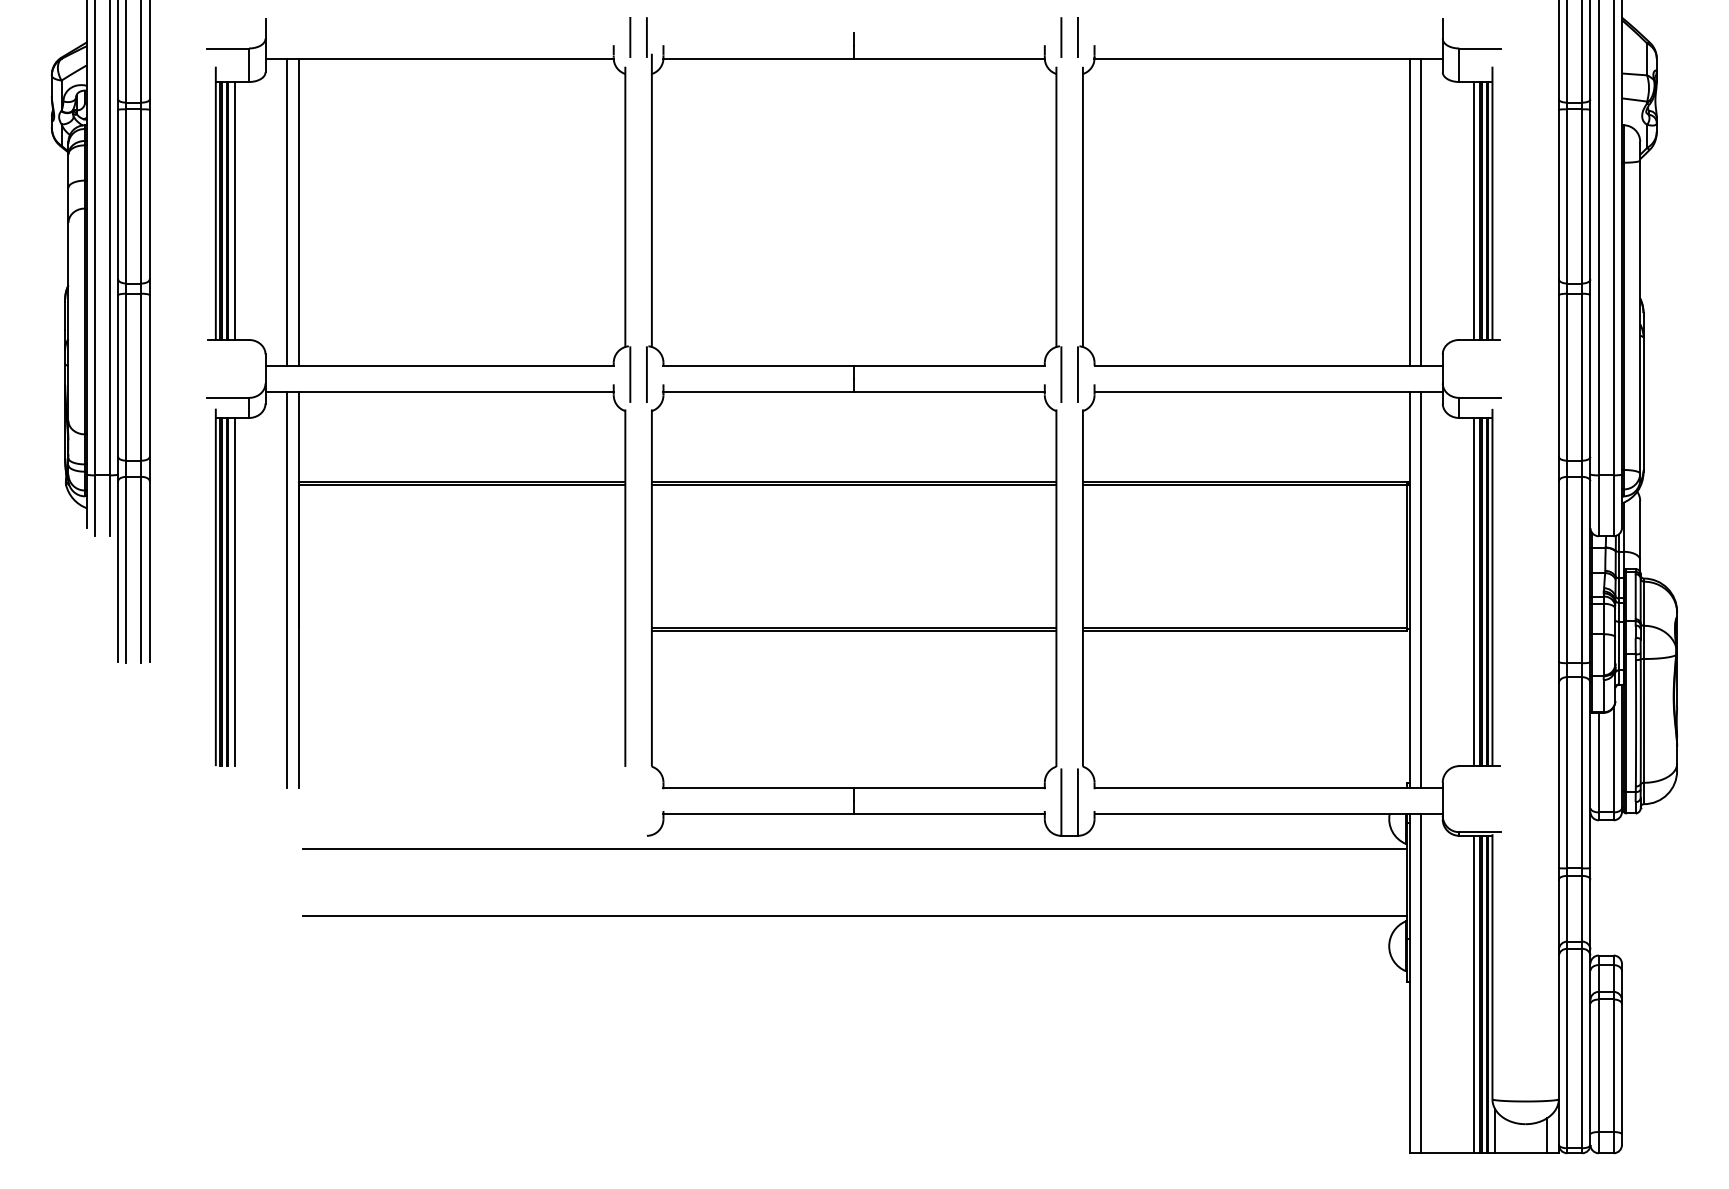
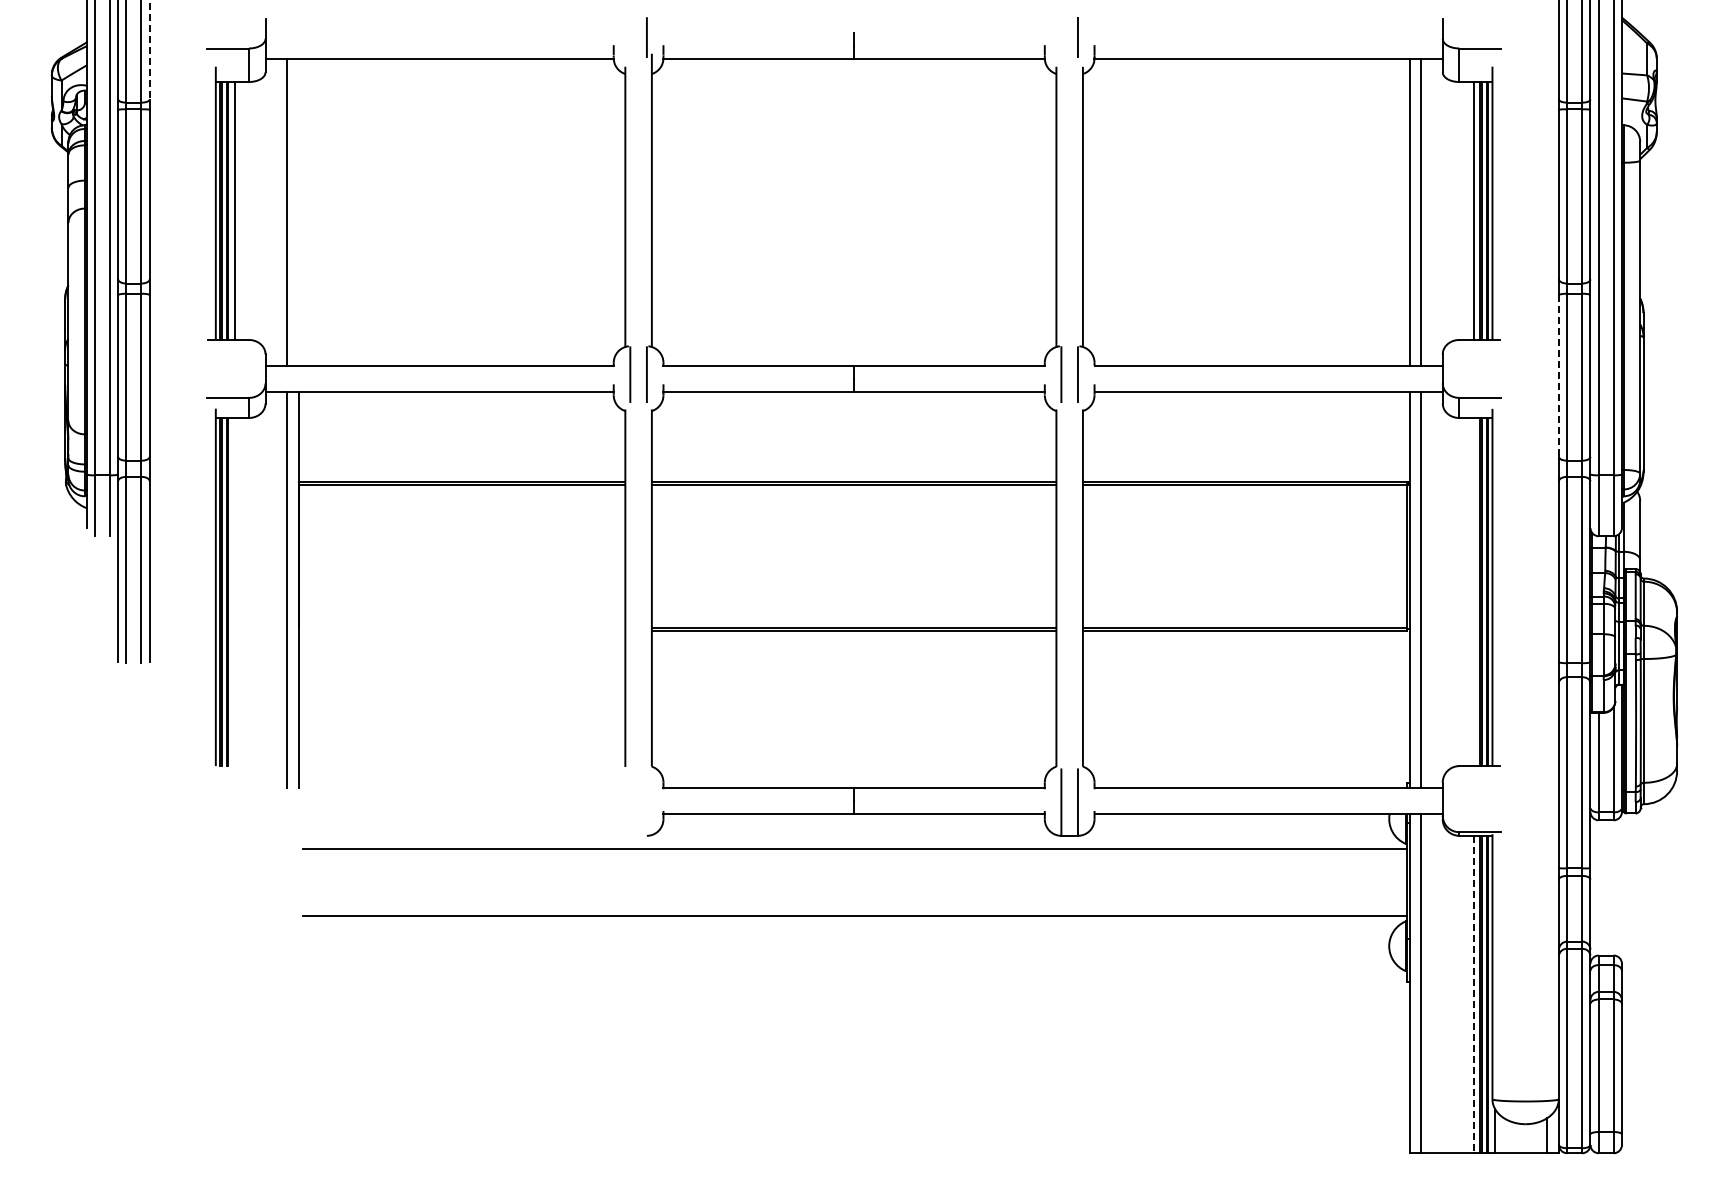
line at (630, 37): present -> none
line at (1061, 37): present -> none
line at (149, 50): solid -> dashed
line at (298, 212): present -> none
line at (1558, 376): solid -> dashed
line at (234, 592): present -> none
line at (1473, 592): present -> none
line at (1473, 994): solid -> dashed
